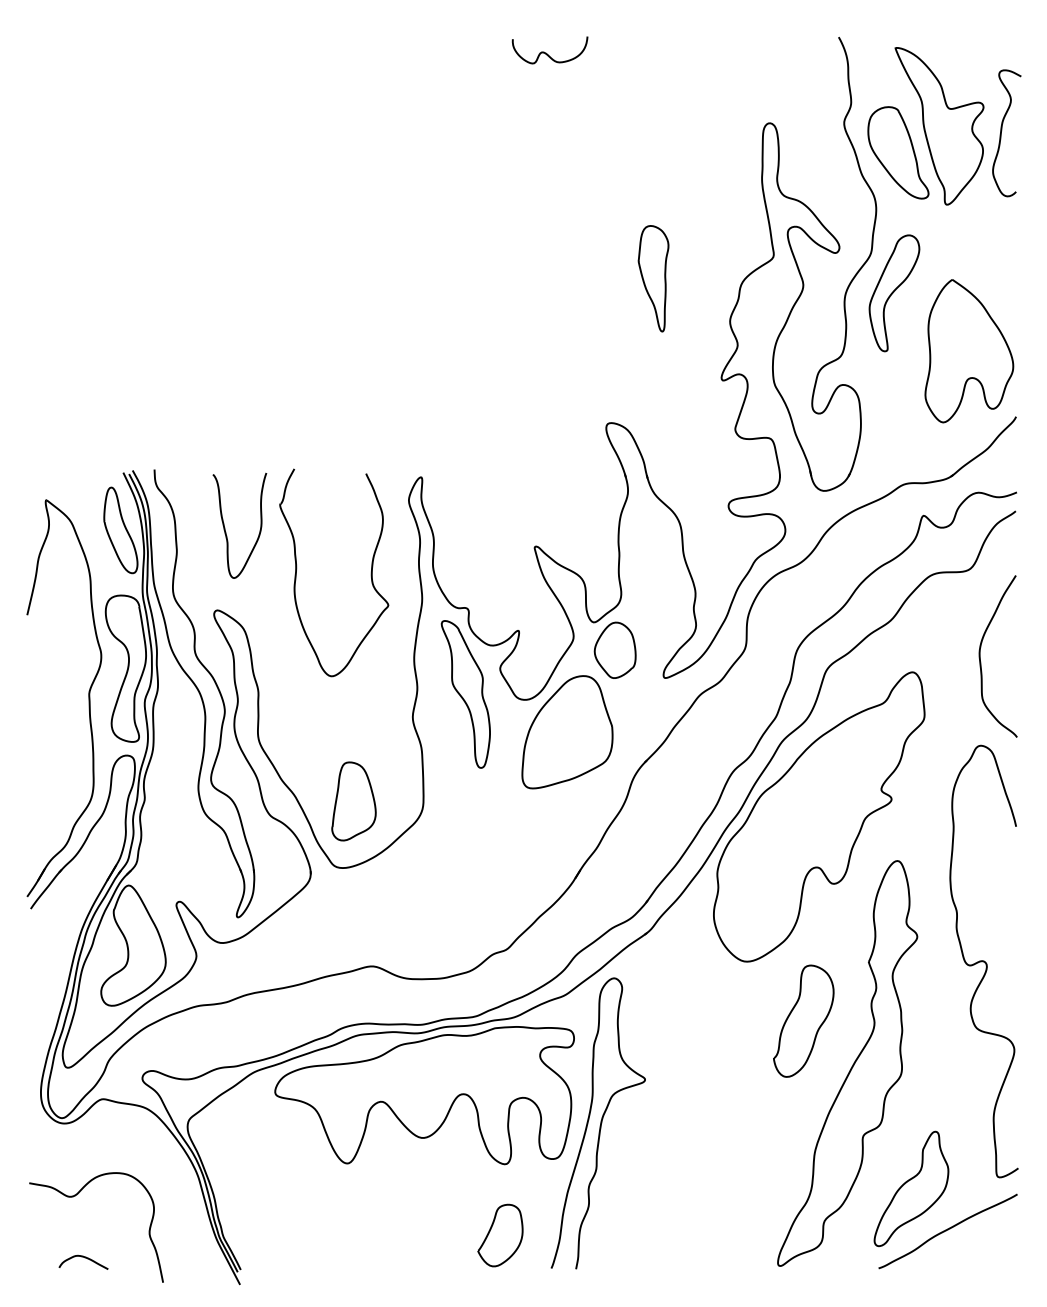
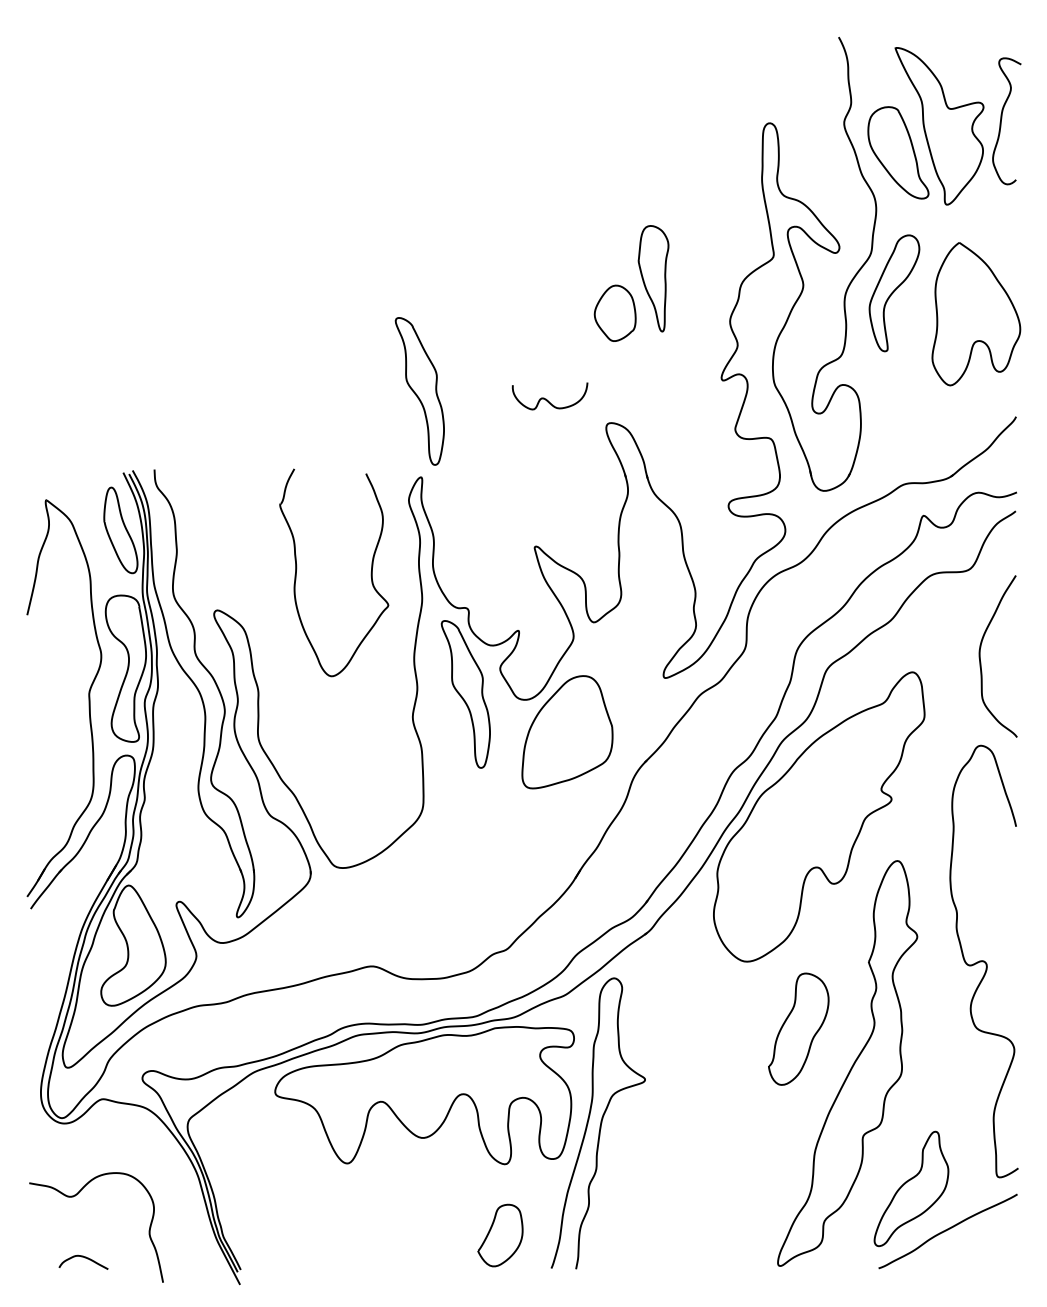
curve at (546, 52) position: (546, 52) -> (546, 398)
curve at (1002, 130) position: (1002, 130) -> (1002, 118)
part at (969, 351) position: (969, 351) -> (976, 314)
part at (419, 391): none -> present
curve at (225, 527): present -> none
part at (614, 649) position: (614, 649) -> (614, 312)
part at (353, 801): present -> none
part at (803, 1020) position: (803, 1020) -> (798, 1028)
